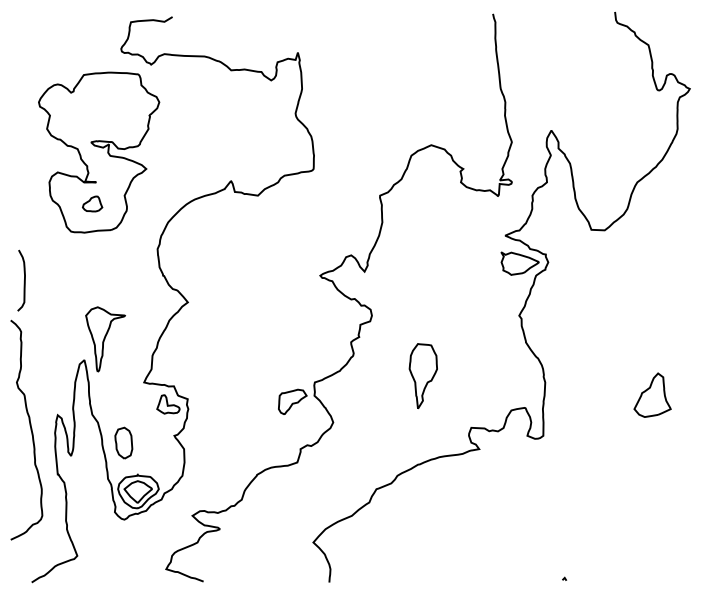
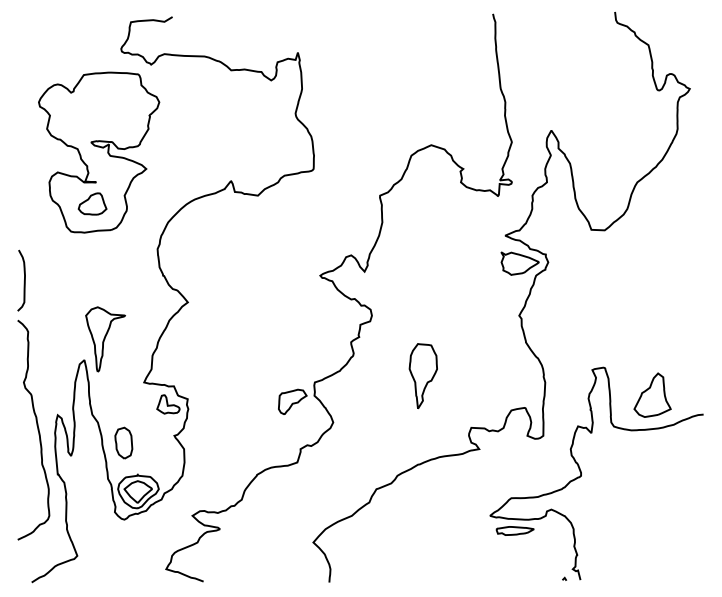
part at (92, 203) size: 22x18 px -> 31x24 px
curve at (30, 429) position: (30, 429) -> (37, 429)
part at (581, 473): none -> present
